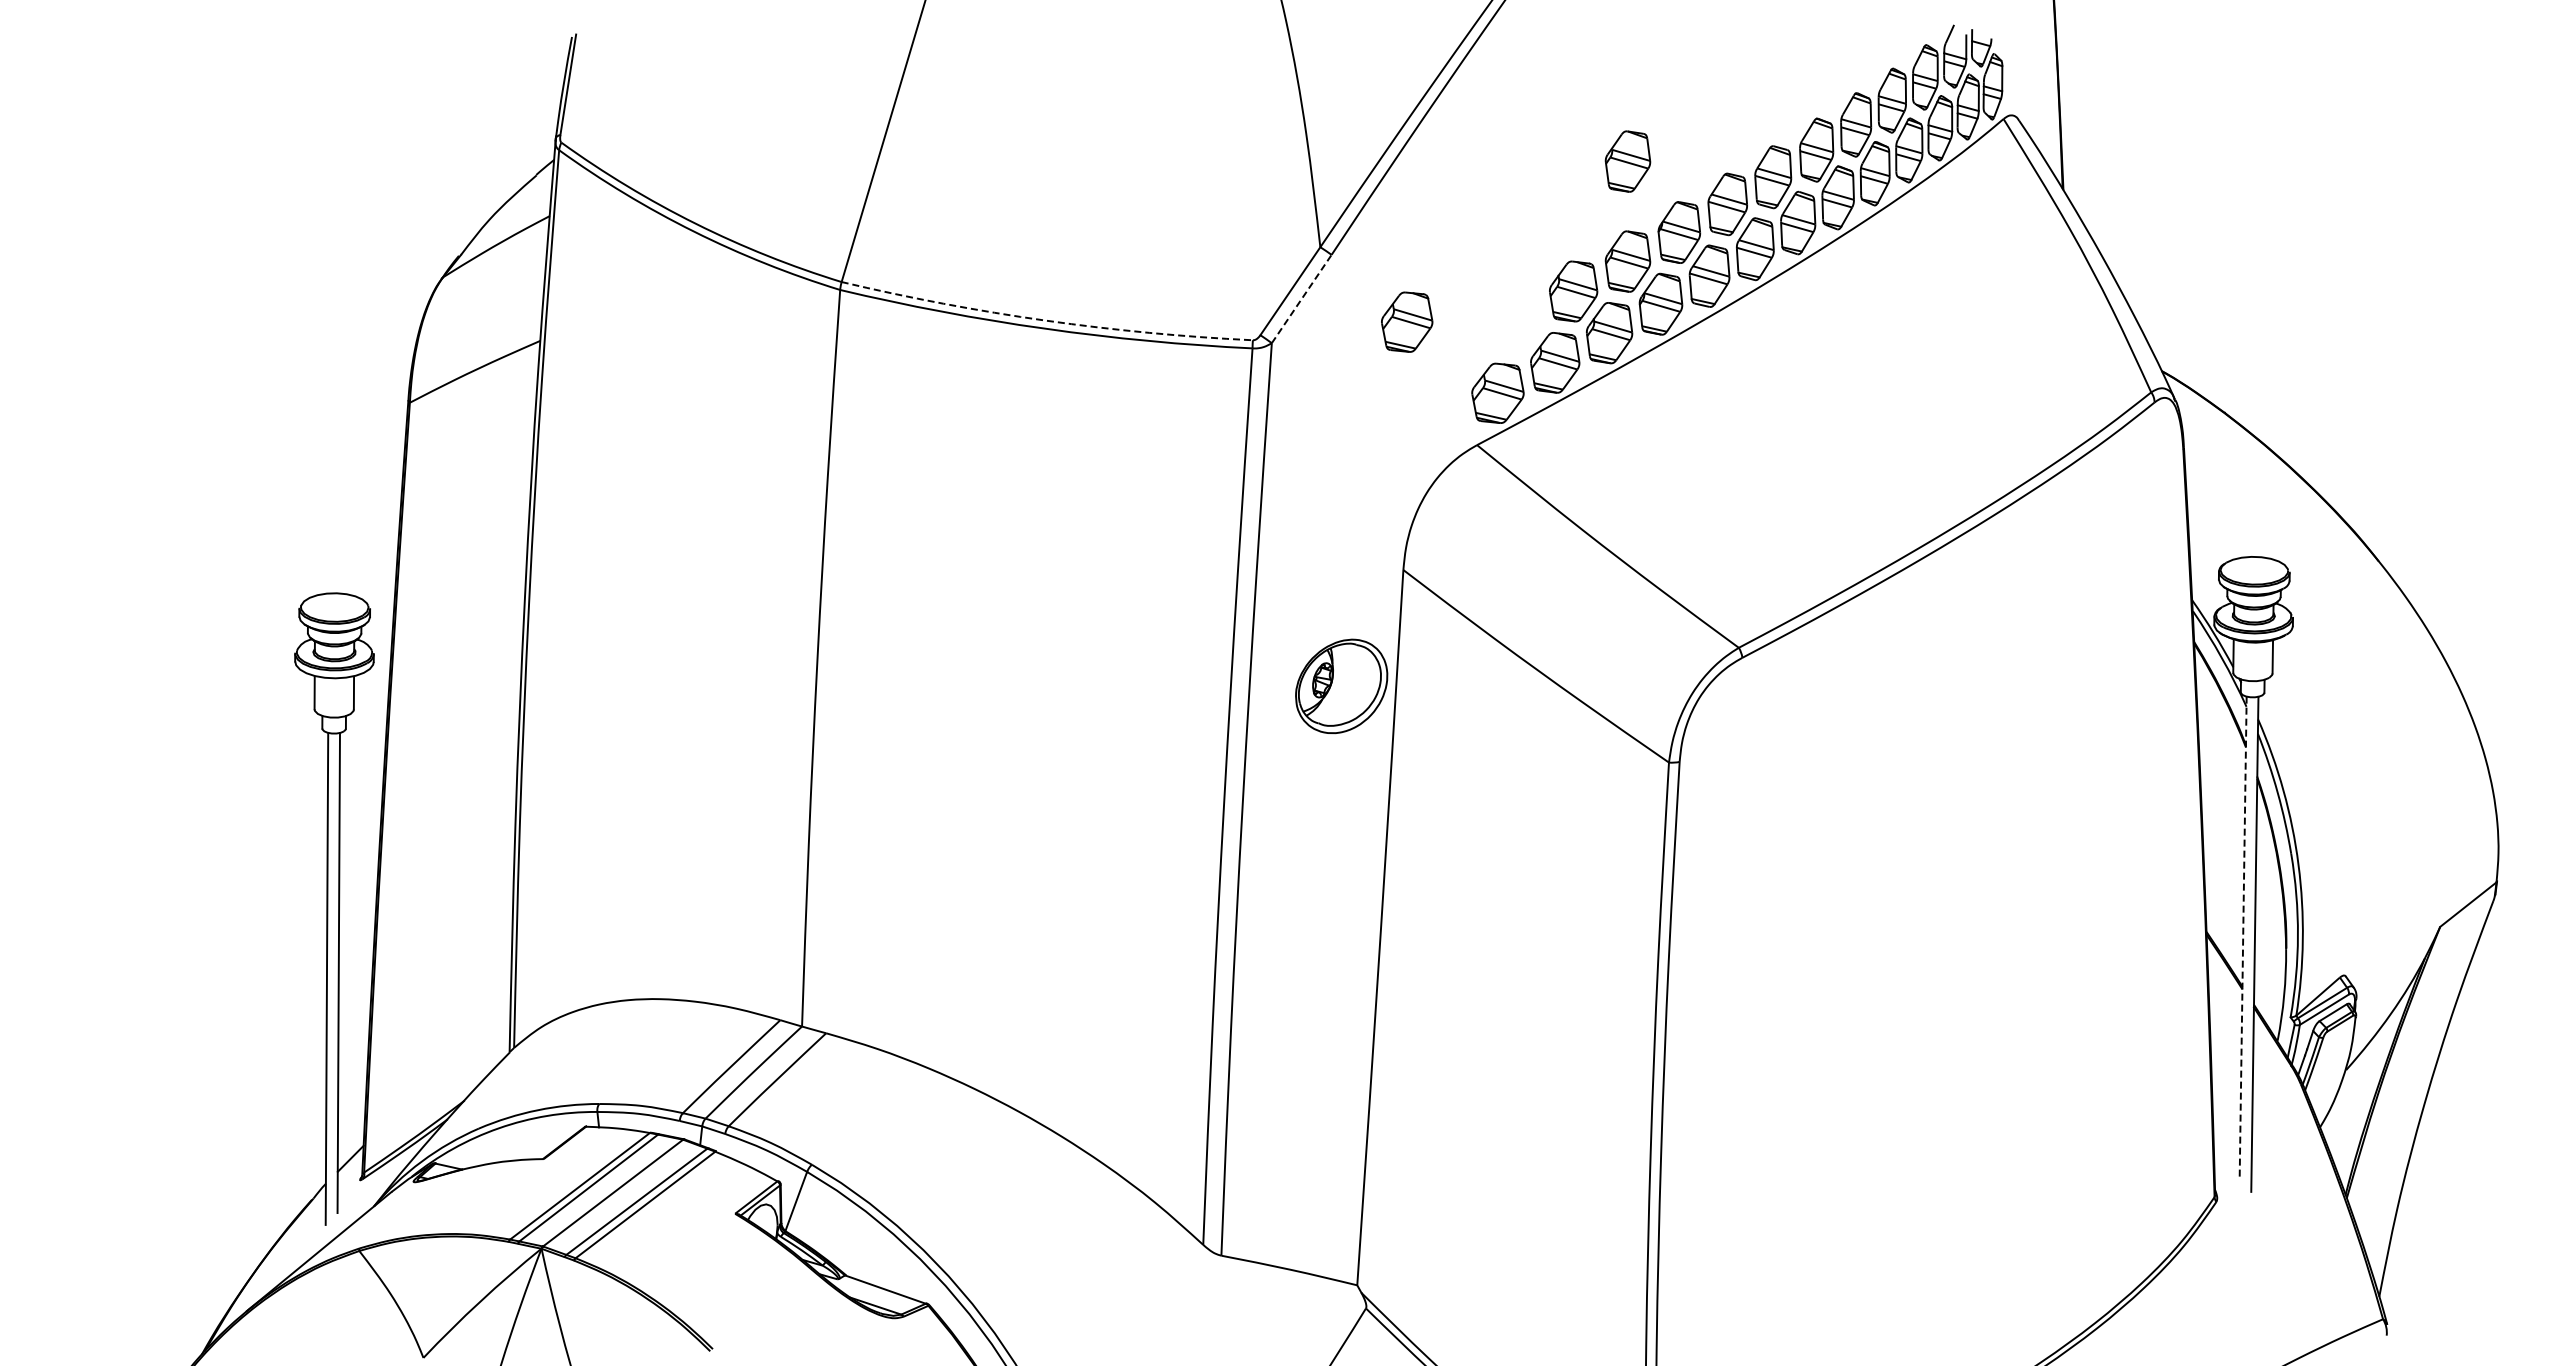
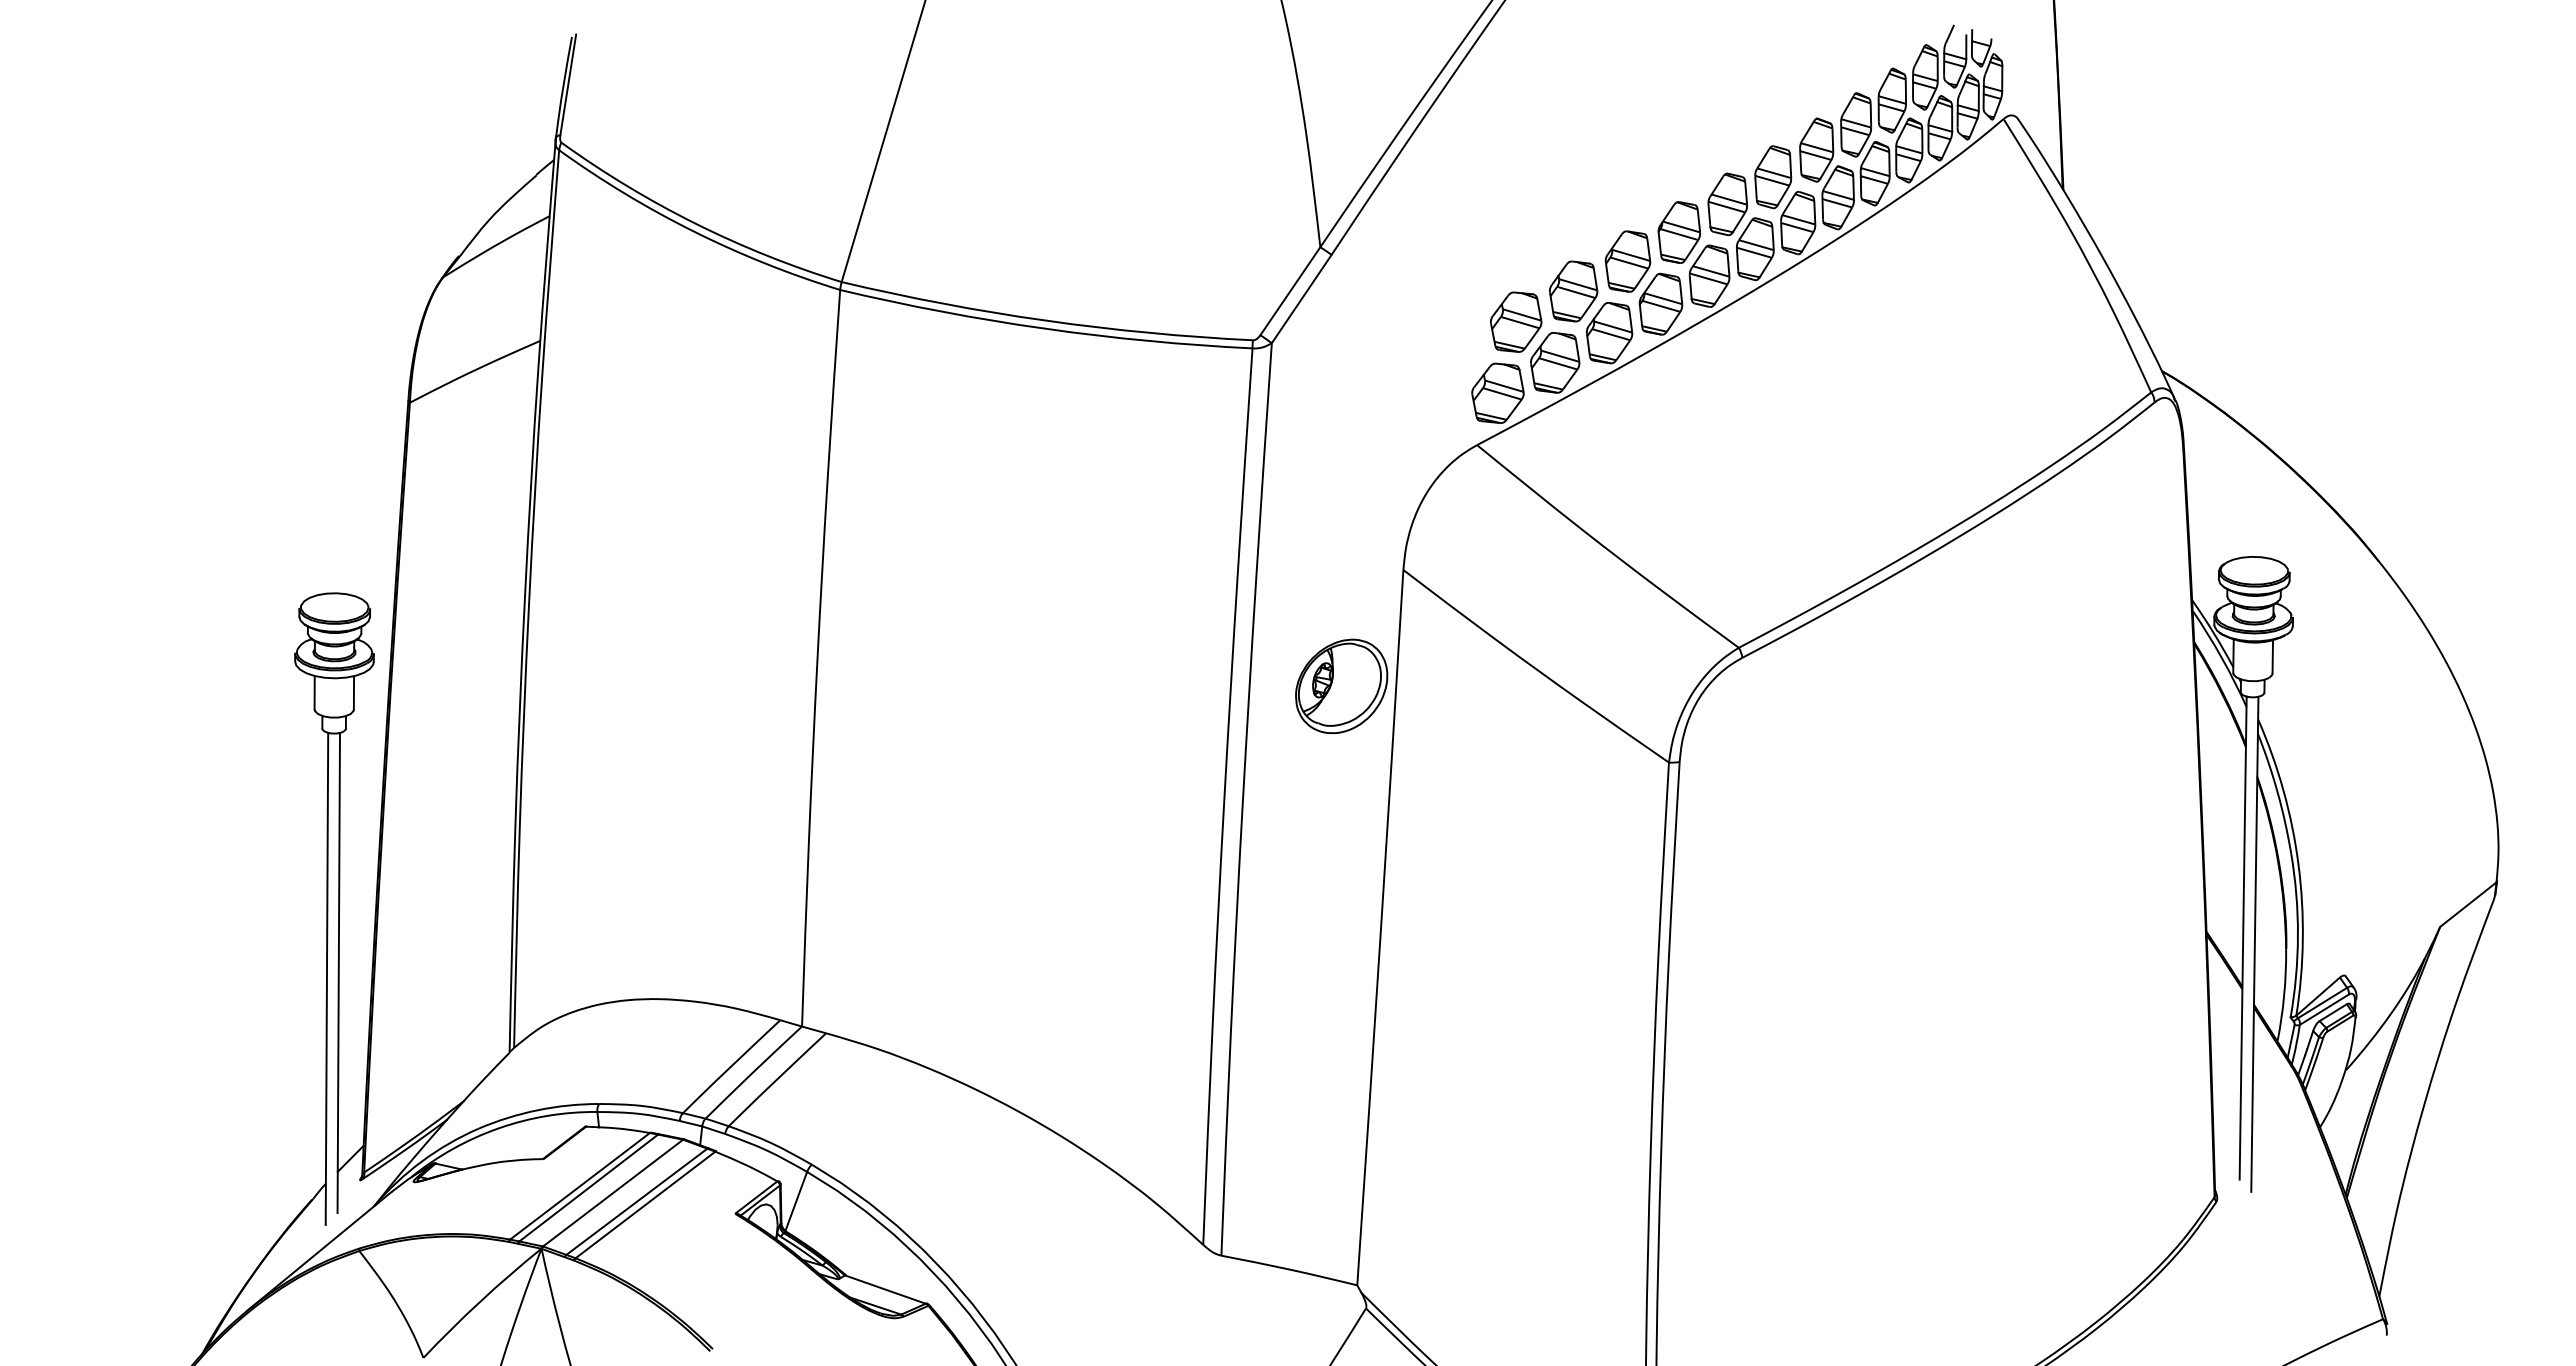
part at (1627, 161): present -> none
line at (1302, 298): dashed -> solid
arc at (1045, 320): dashed -> solid
part at (1407, 321) position: (1407, 321) -> (1516, 321)
line at (2243, 938): dashed -> solid
